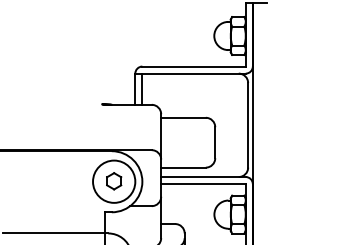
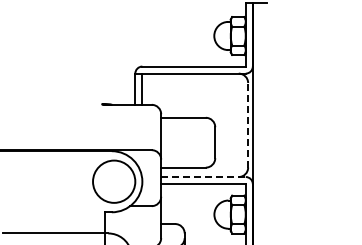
line at (248, 124): solid -> dashed
line at (203, 177): solid -> dashed
part at (114, 181): present -> none
